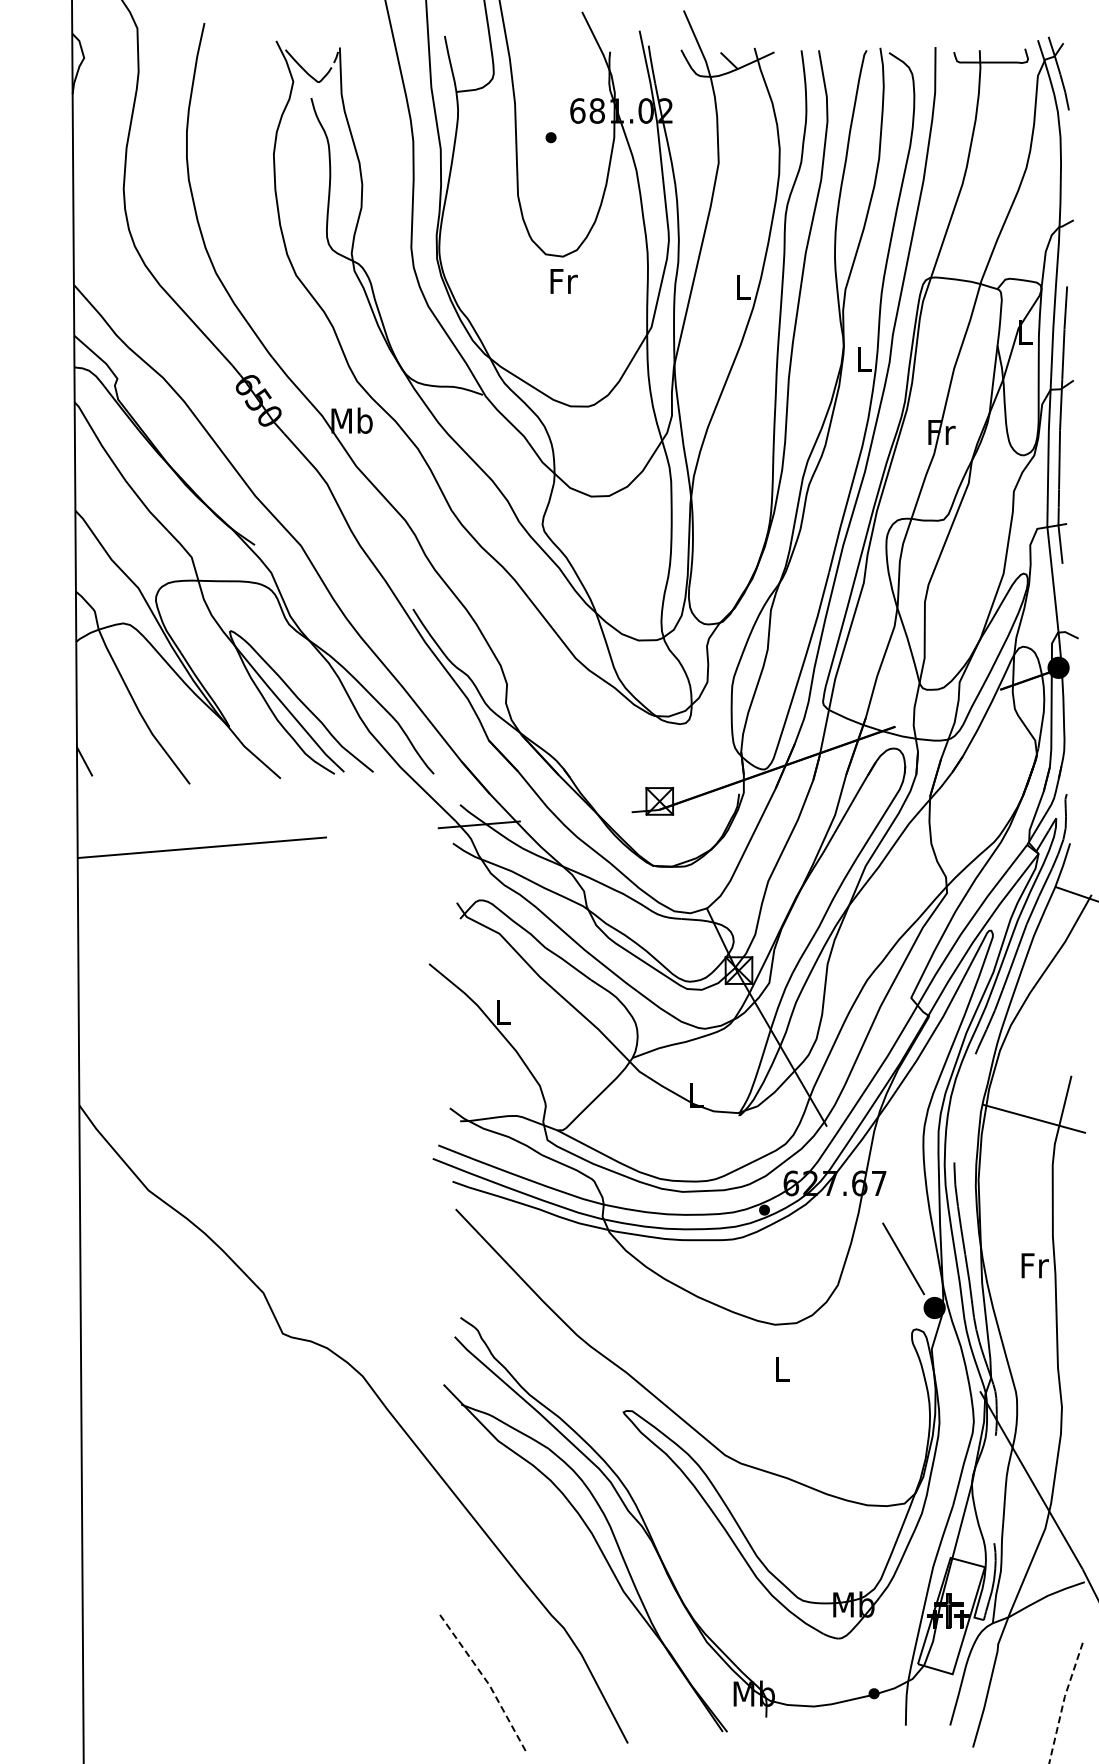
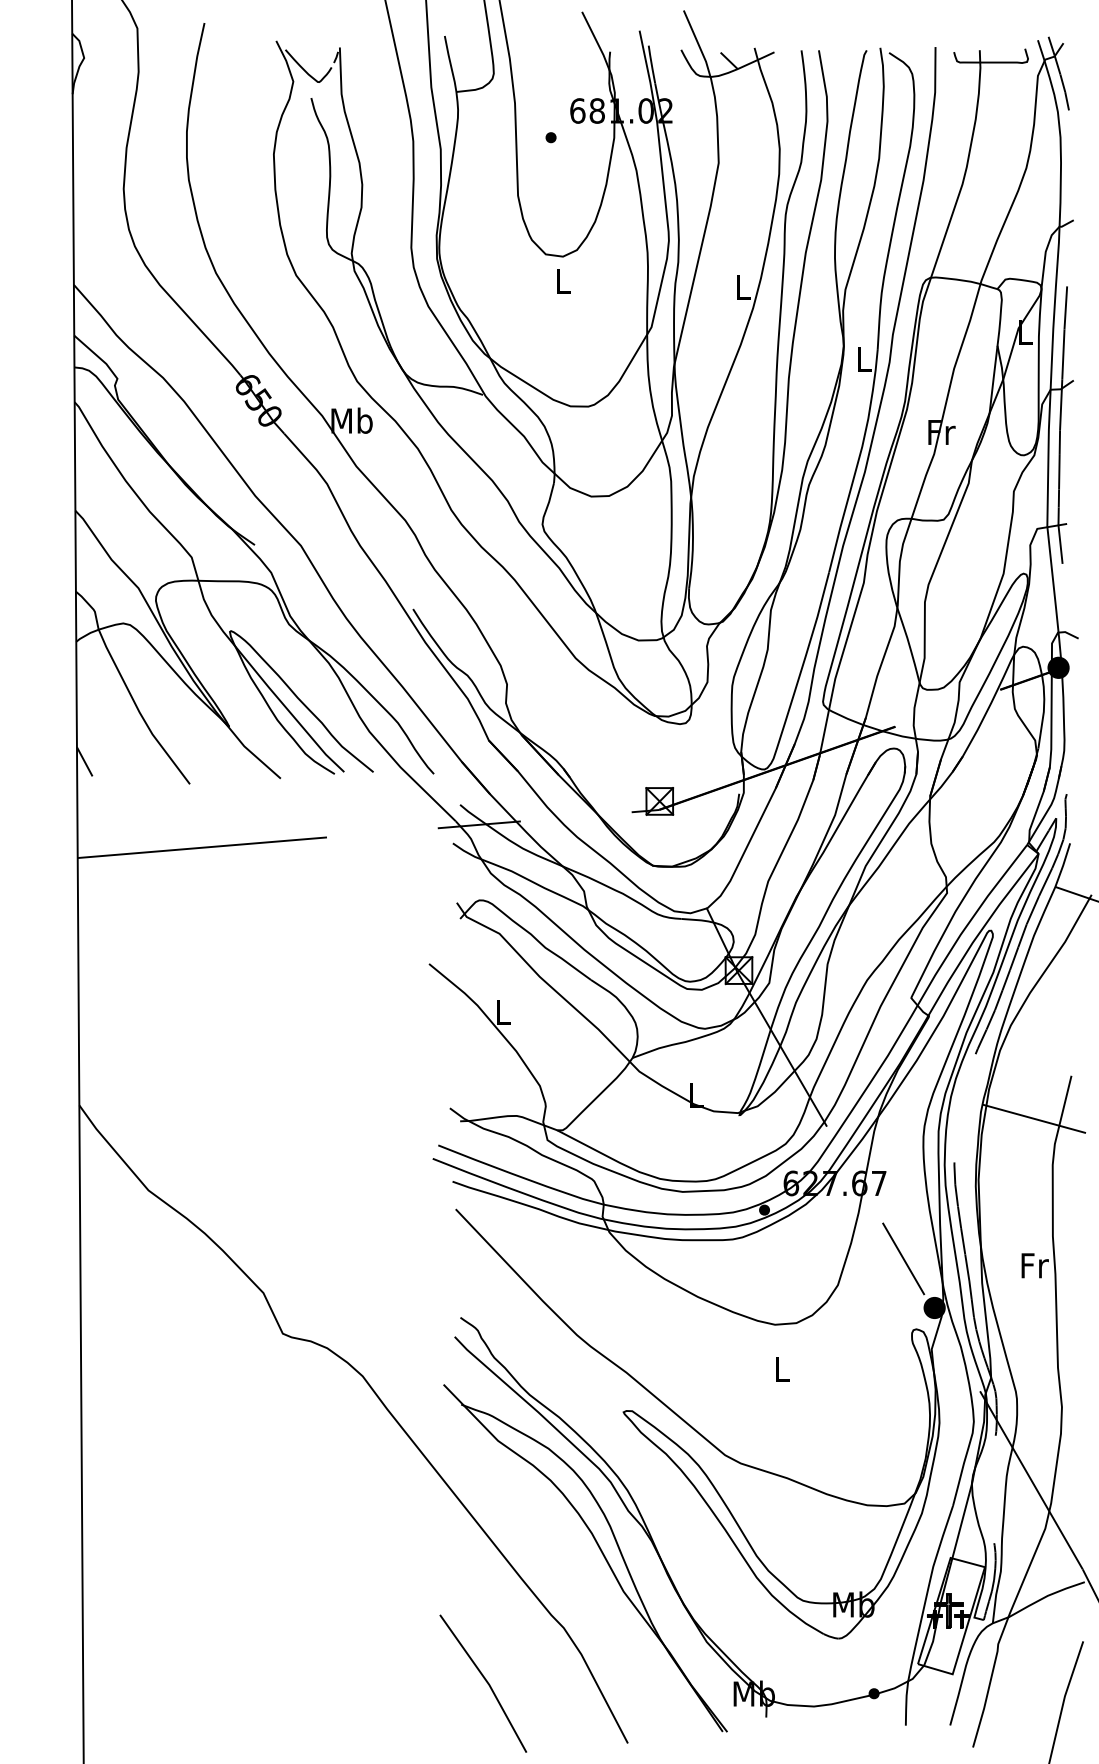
text at (563, 281): Fr -> L
line at (487, 1682): dashed -> solid
line at (1063, 1701): dashed -> solid
